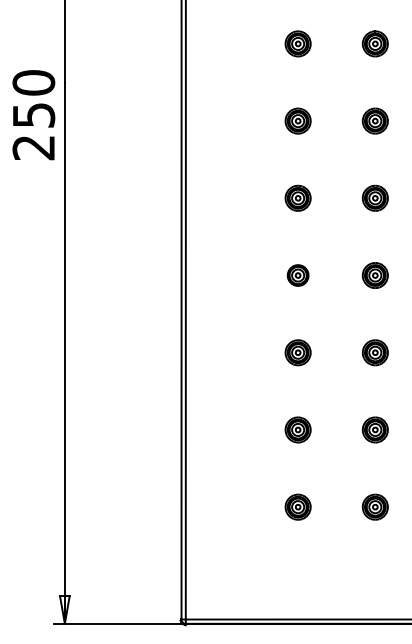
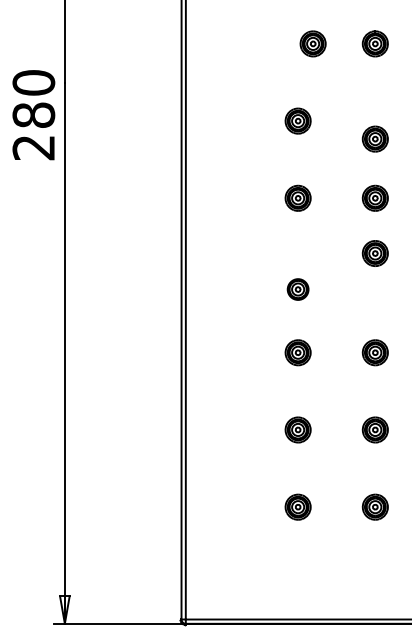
part at (297, 43) position: (297, 43) -> (312, 43)
text at (33, 114): 250 -> 280
part at (374, 120) position: (374, 120) -> (374, 138)
part at (297, 275) position: (297, 275) -> (297, 289)
part at (374, 275) position: (374, 275) -> (374, 253)
